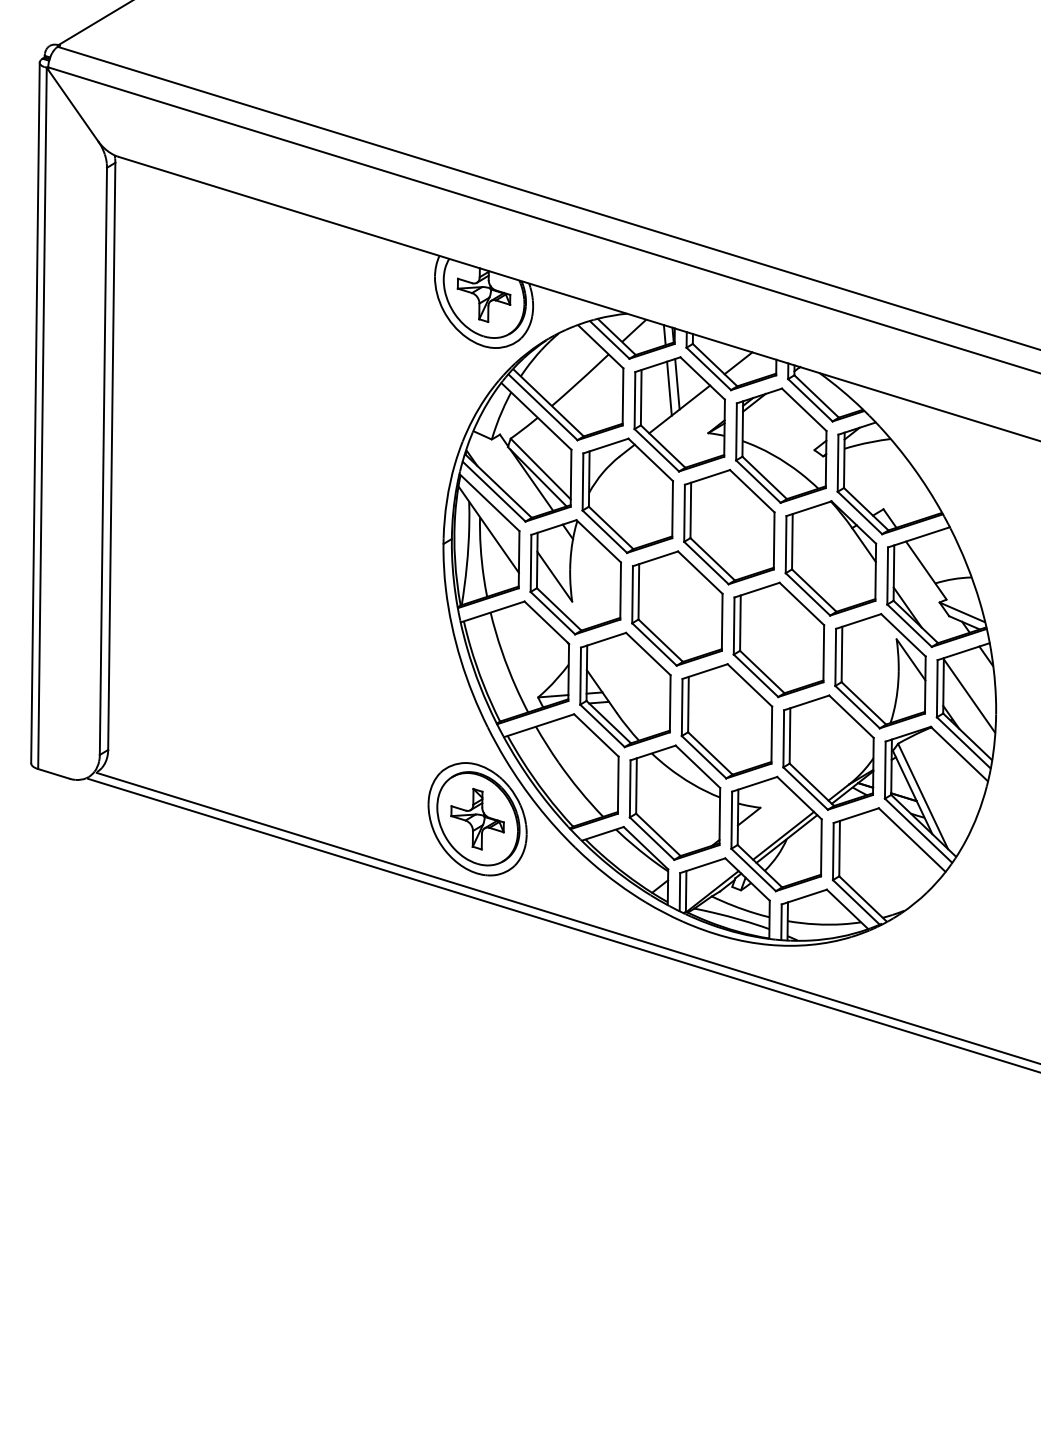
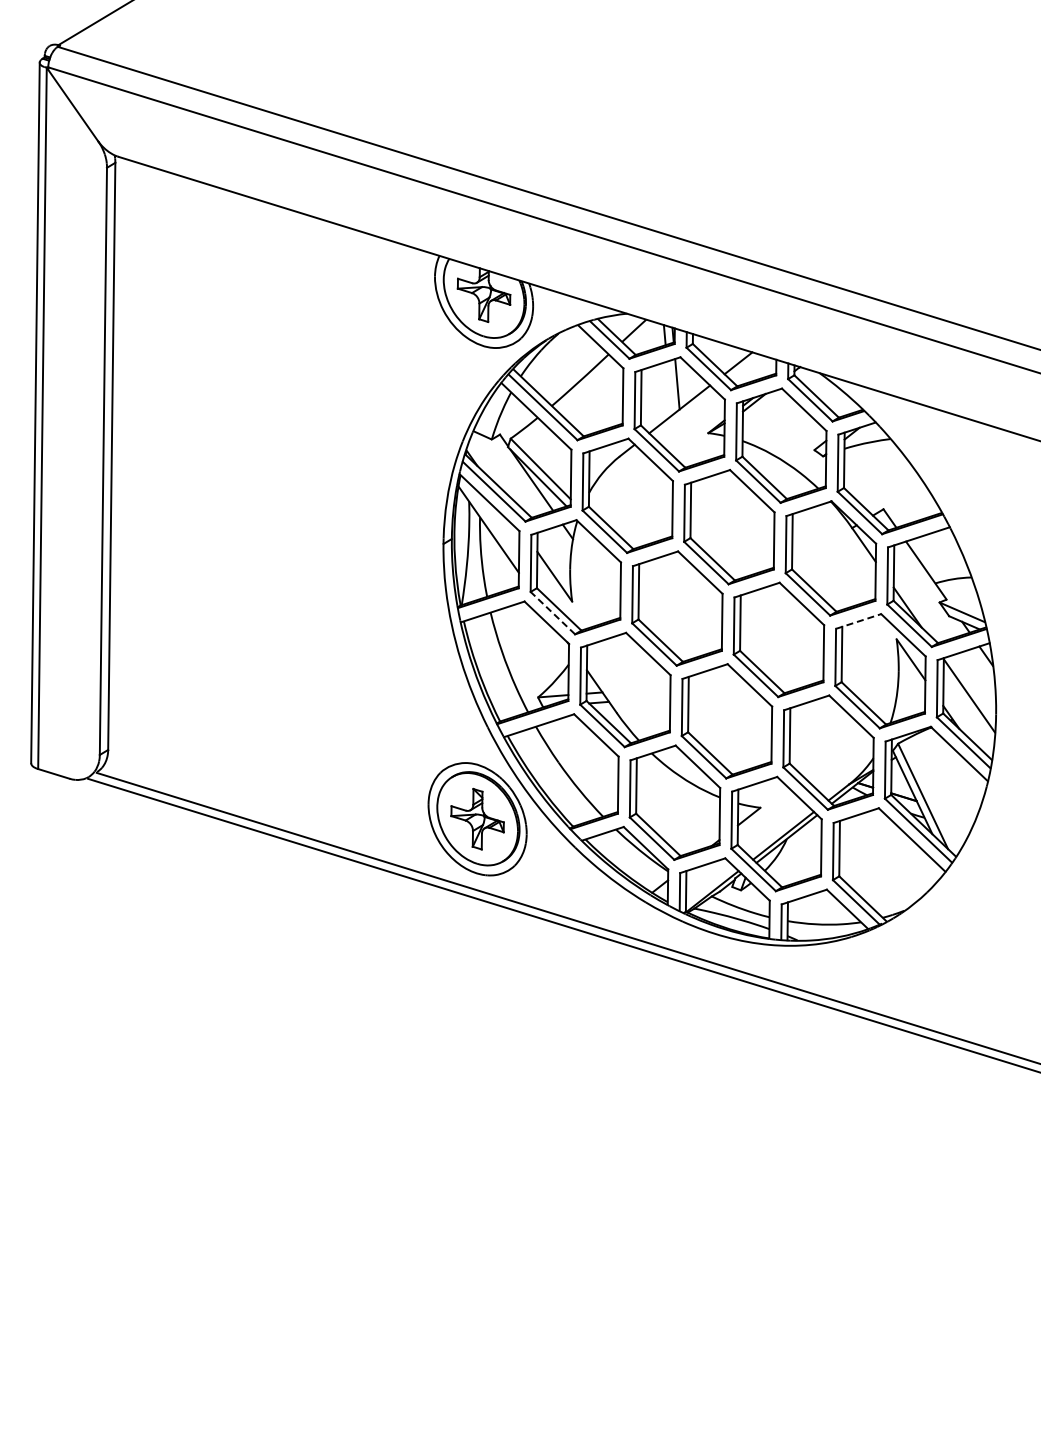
line at (669, 388): present -> none
line at (552, 613): solid -> dashed
line at (858, 621): solid -> dashed
